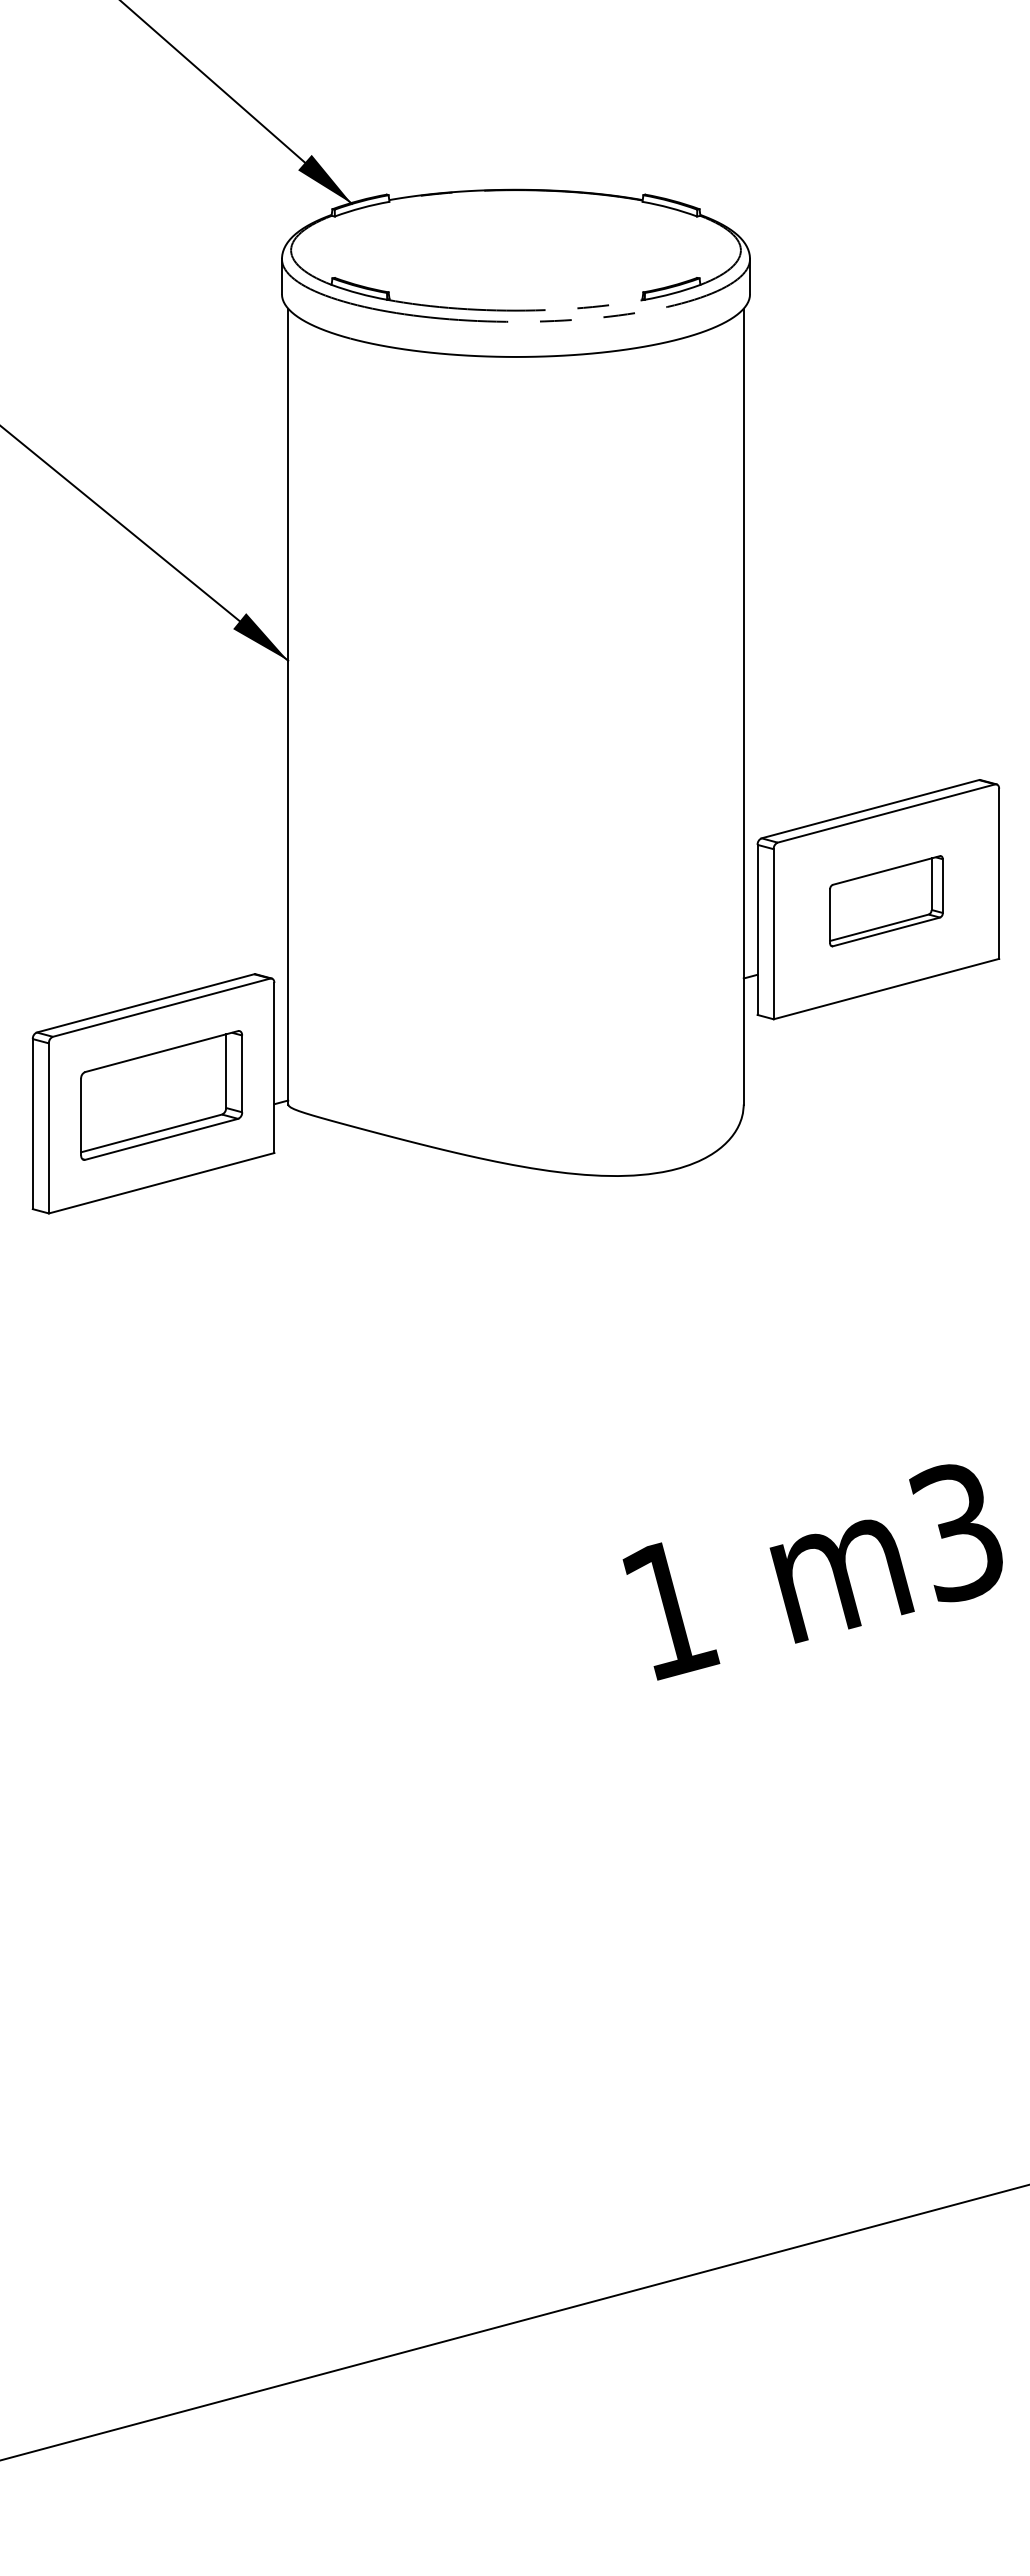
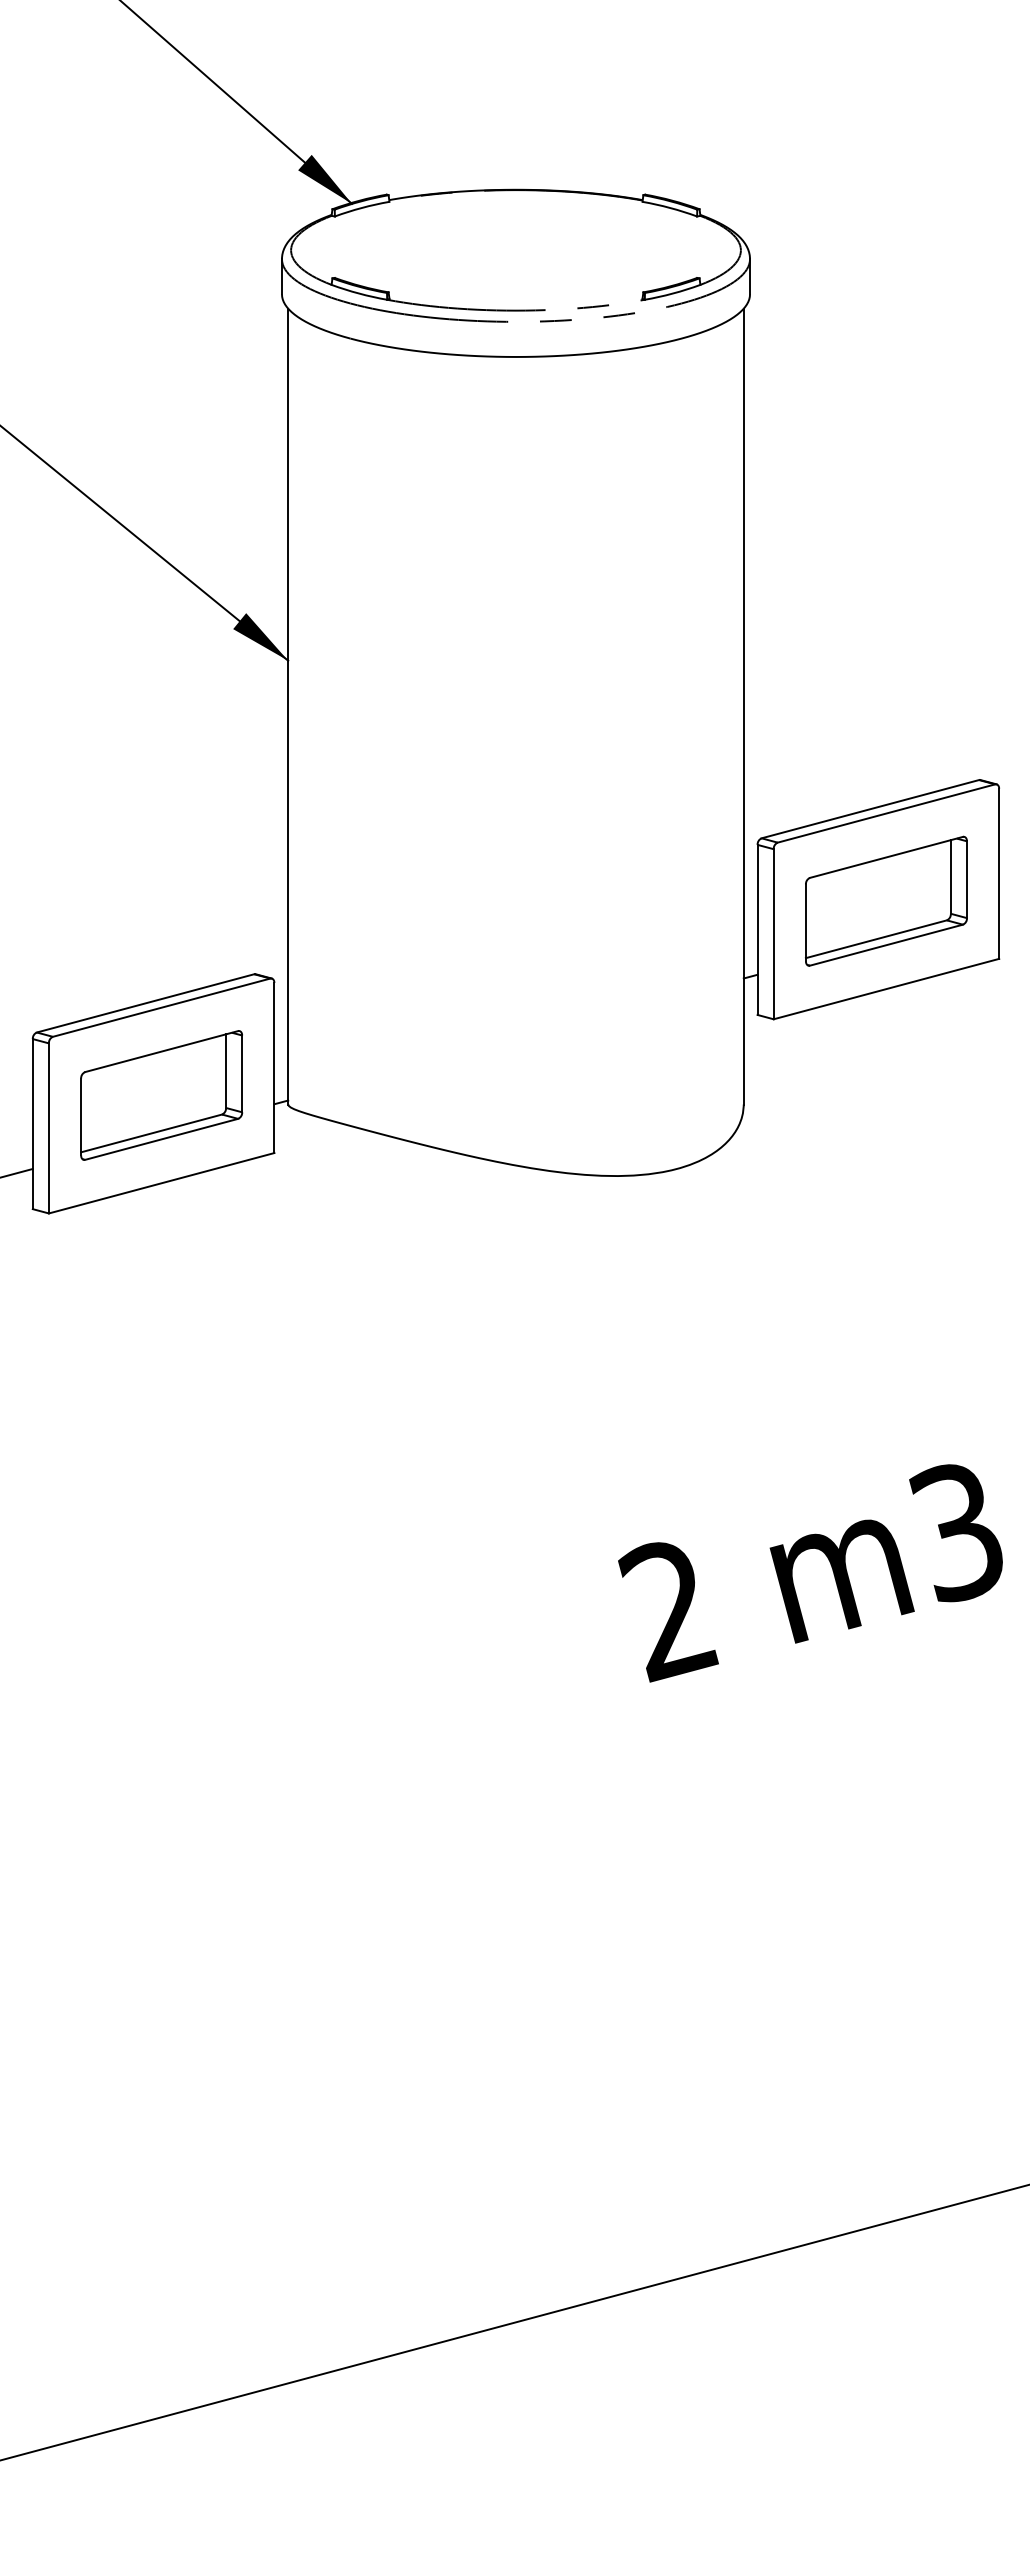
part at (886, 901) size: 115x93 px -> 163x132 px
line at (17, 1172): none -> present
text at (669, 1612): 1 -> 2
